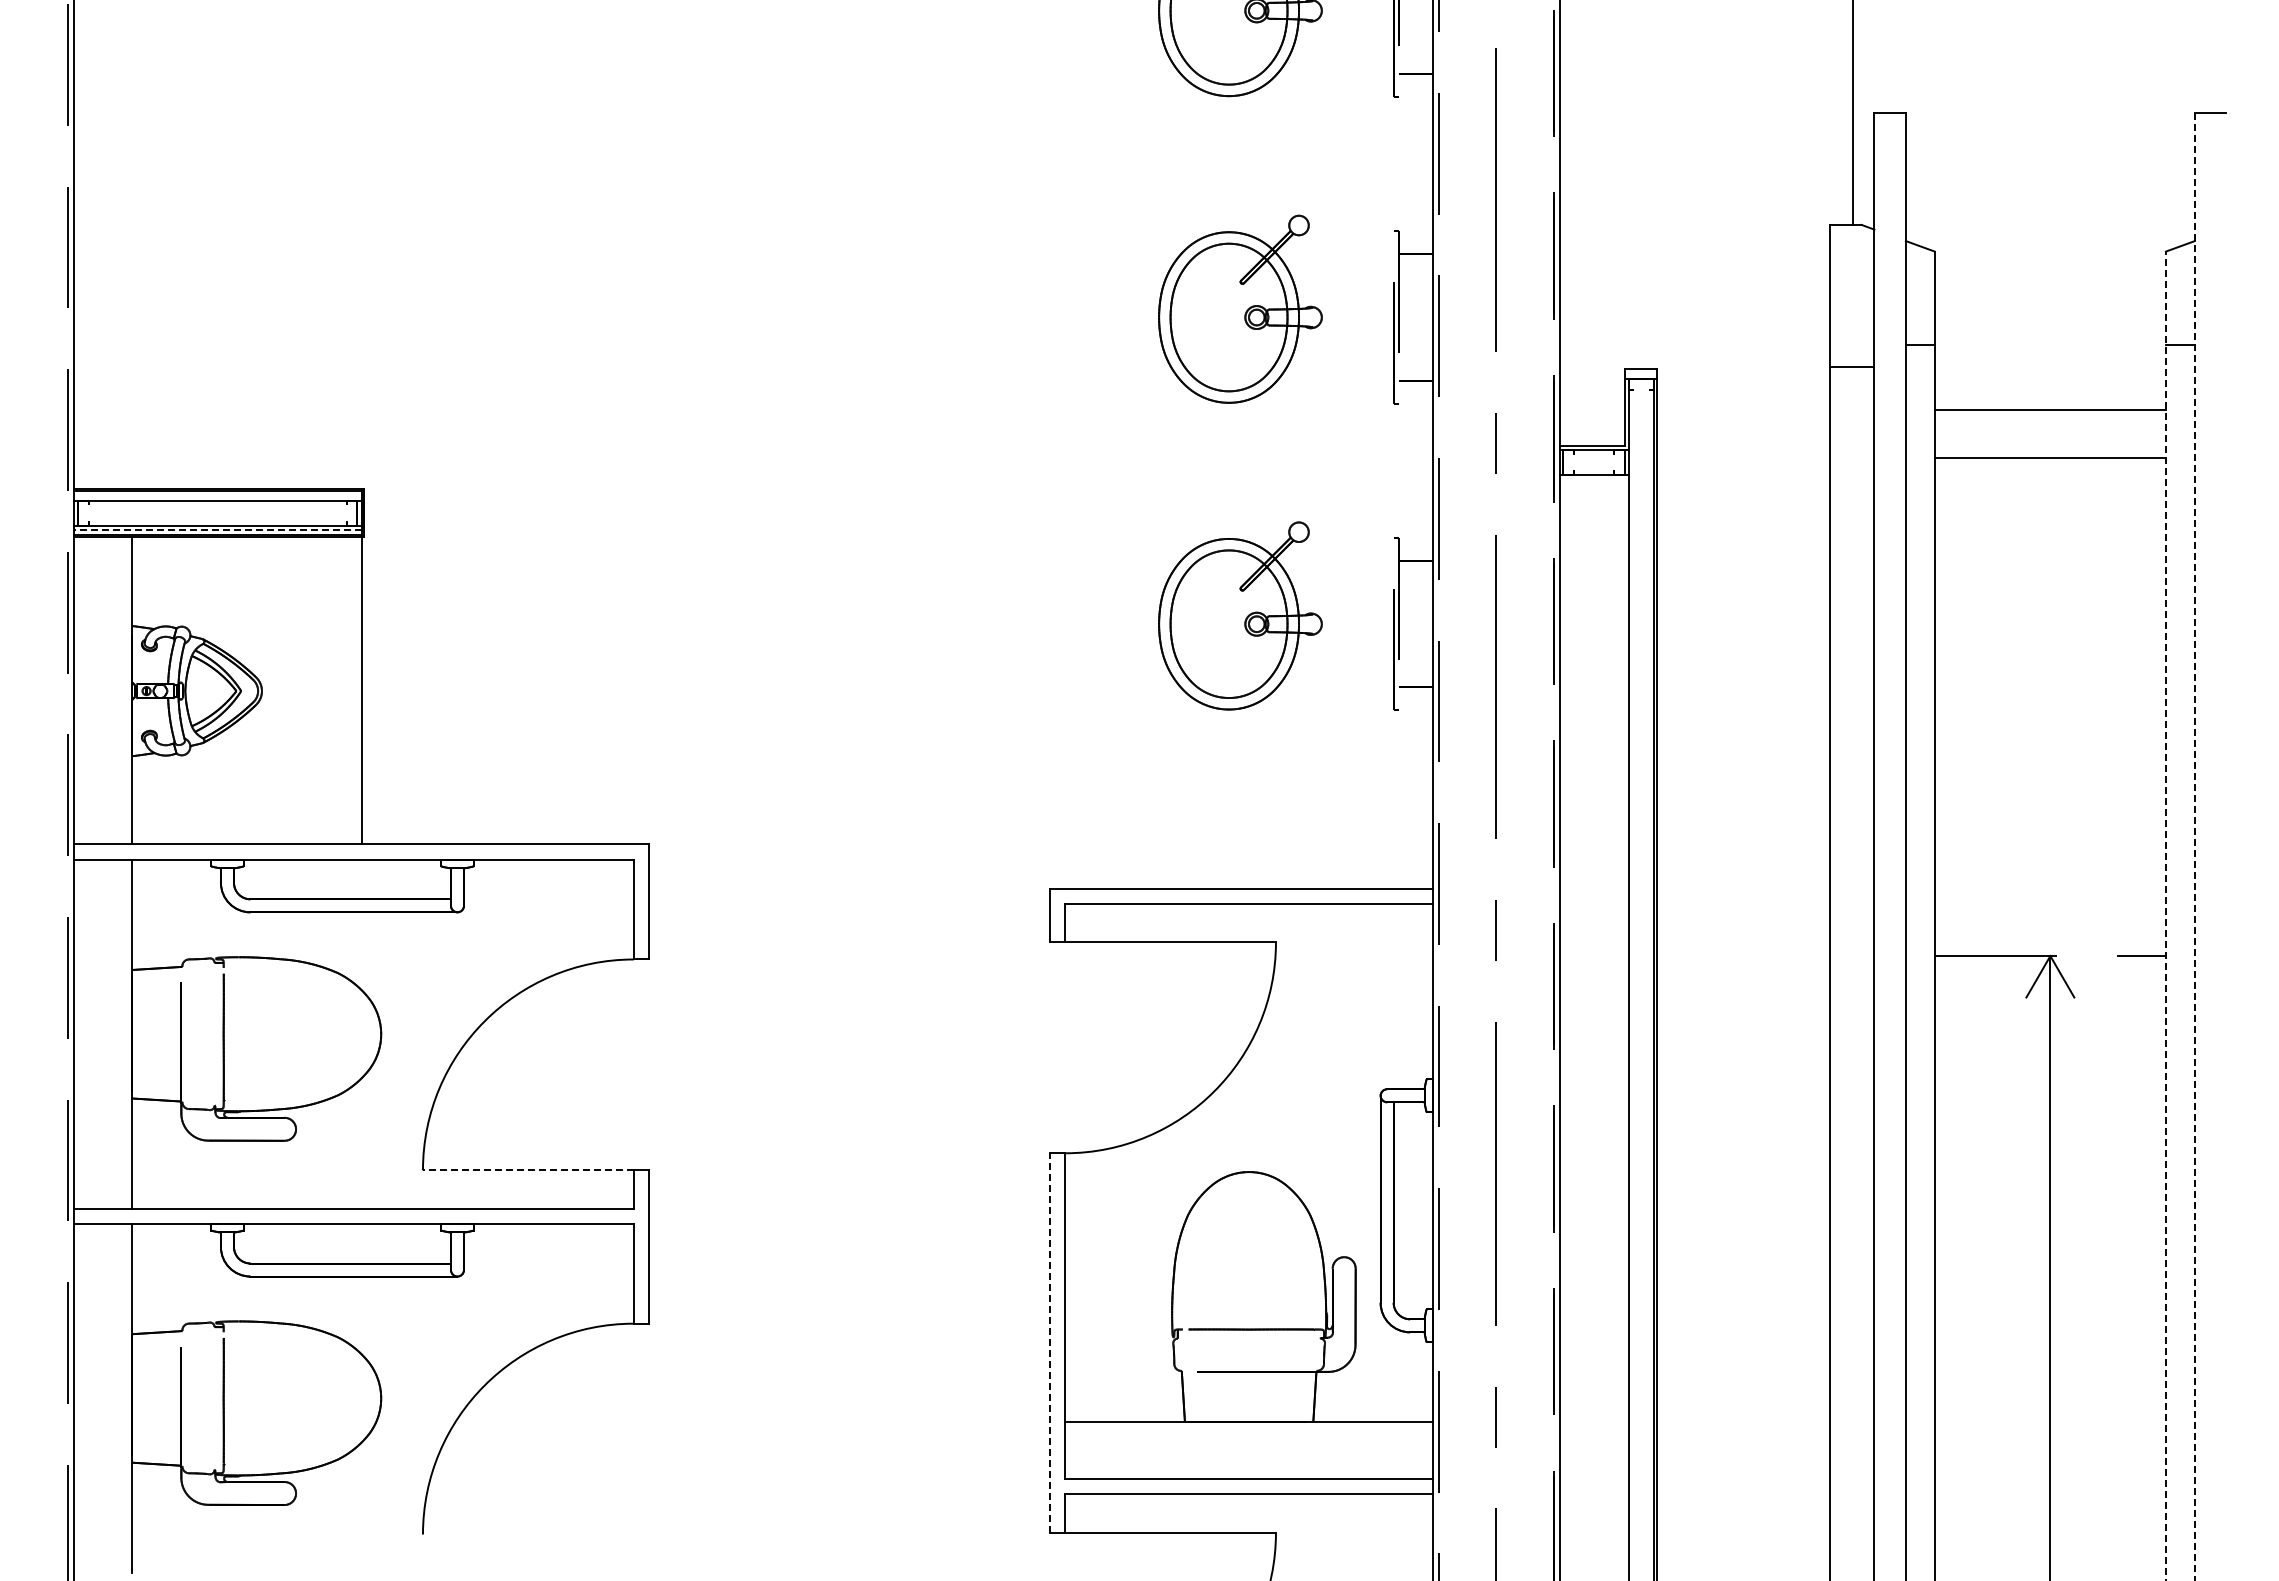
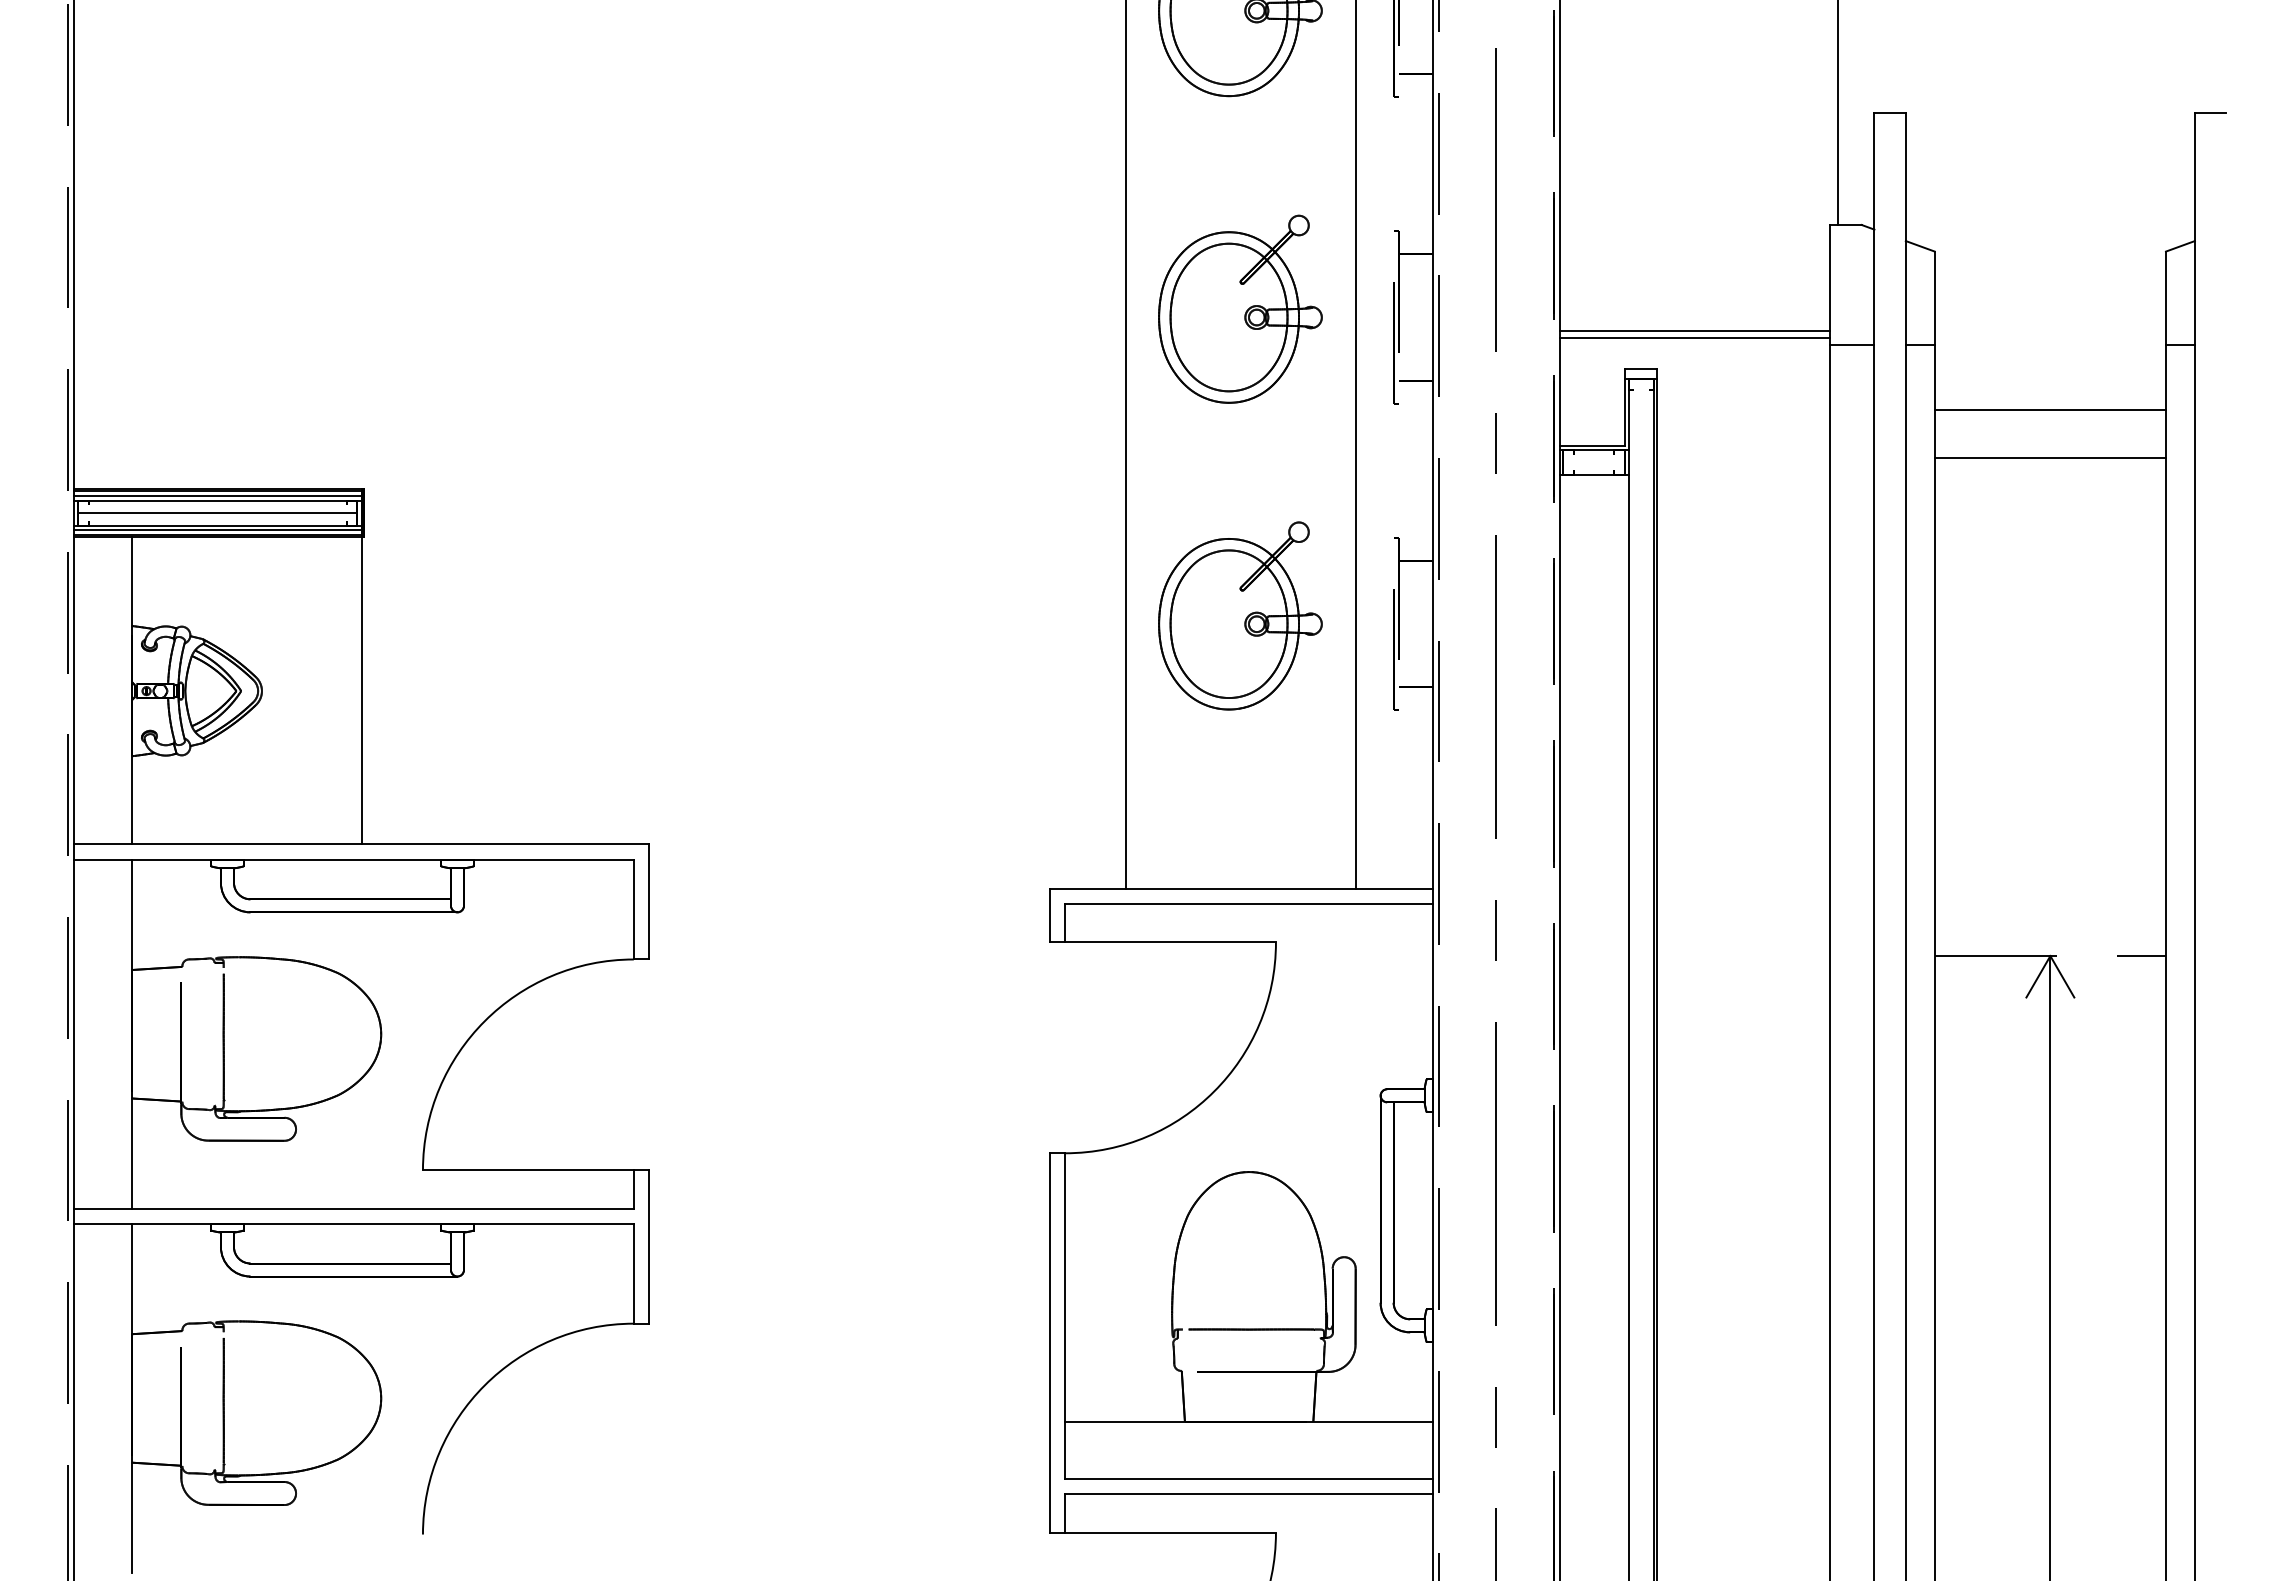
line at (1852, 113) position: (1852, 113) -> (1837, 113)
line at (1694, 330): none -> present
line at (1694, 338): none -> present
line at (1851, 366) position: (1851, 366) -> (1851, 344)
line at (1126, 445): none -> present
line at (1356, 445): none -> present
line at (217, 495): none -> present
line at (217, 513): none -> present
line at (217, 530): dashed -> solid
line at (2194, 846): dashed -> solid
line at (2165, 915): dashed -> solid
line at (527, 1170): dashed -> solid
line at (1049, 1343): dashed -> solid
